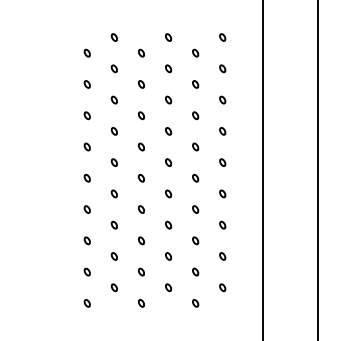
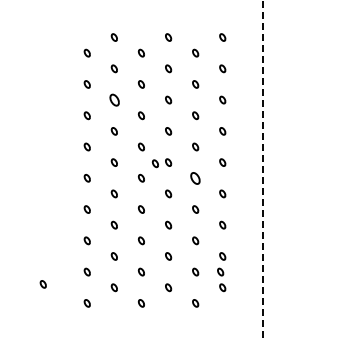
part at (113, 99) size: 8x10 px -> 11x14 px
part at (154, 163): none -> present
line at (317, 169): present -> none
line at (263, 170): solid -> dashed
part at (195, 177) size: 8x10 px -> 11x13 px
part at (220, 271): none -> present
part at (42, 284): none -> present
